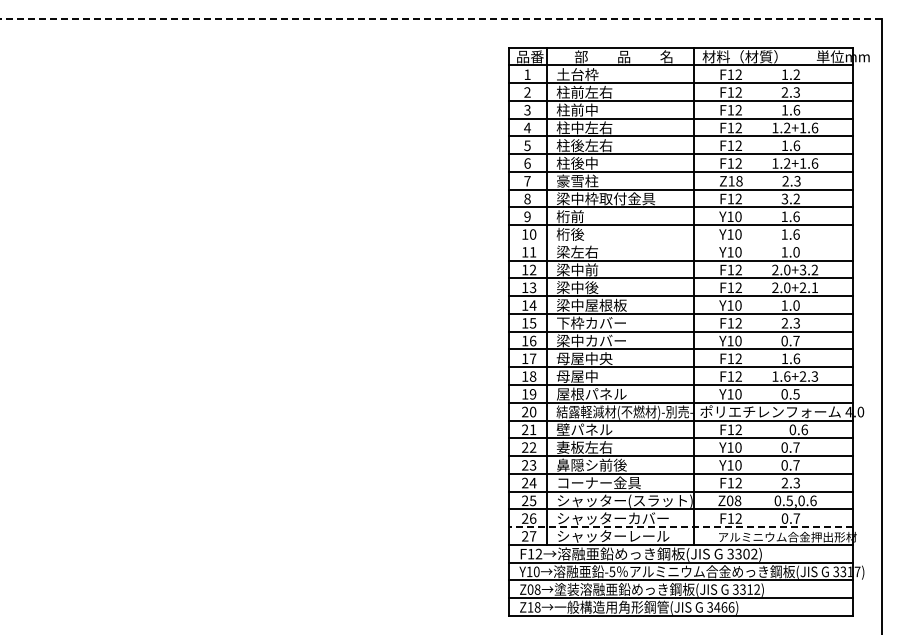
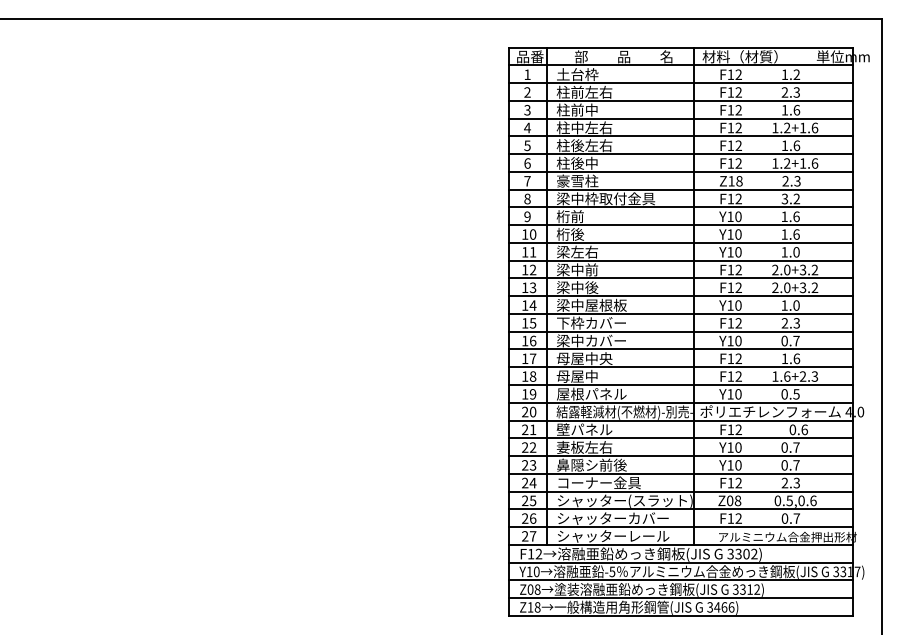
line at (440, 19): dashed -> solid
line at (680, 242): none -> present
text at (808, 287): 2.0+2.1 -> 2.0+3.2
line at (680, 527): dashed -> solid
